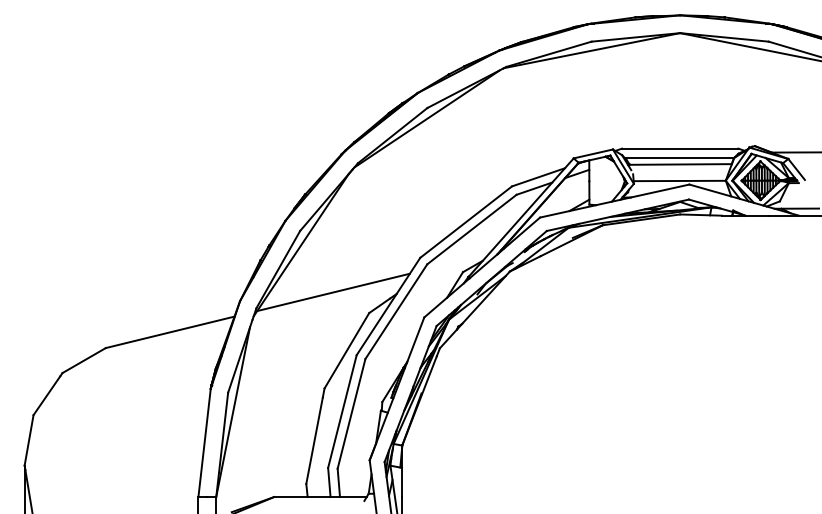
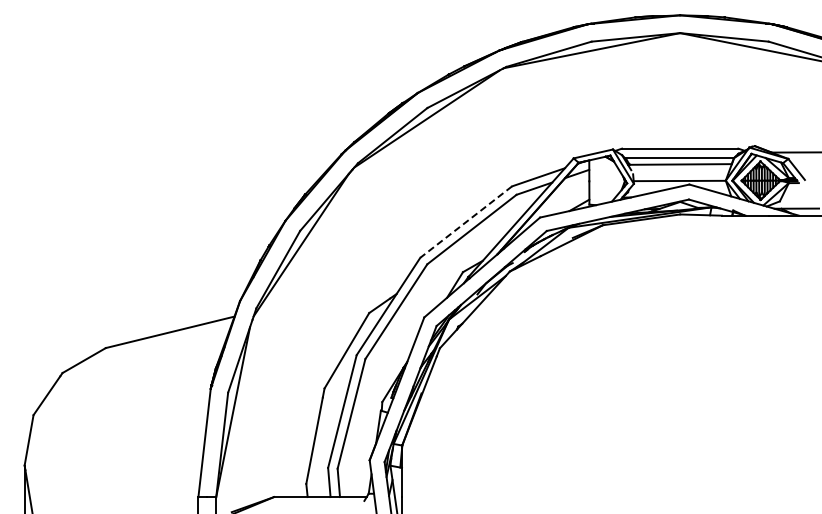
line at (465, 222): solid -> dashed
line at (333, 292): present -> none
